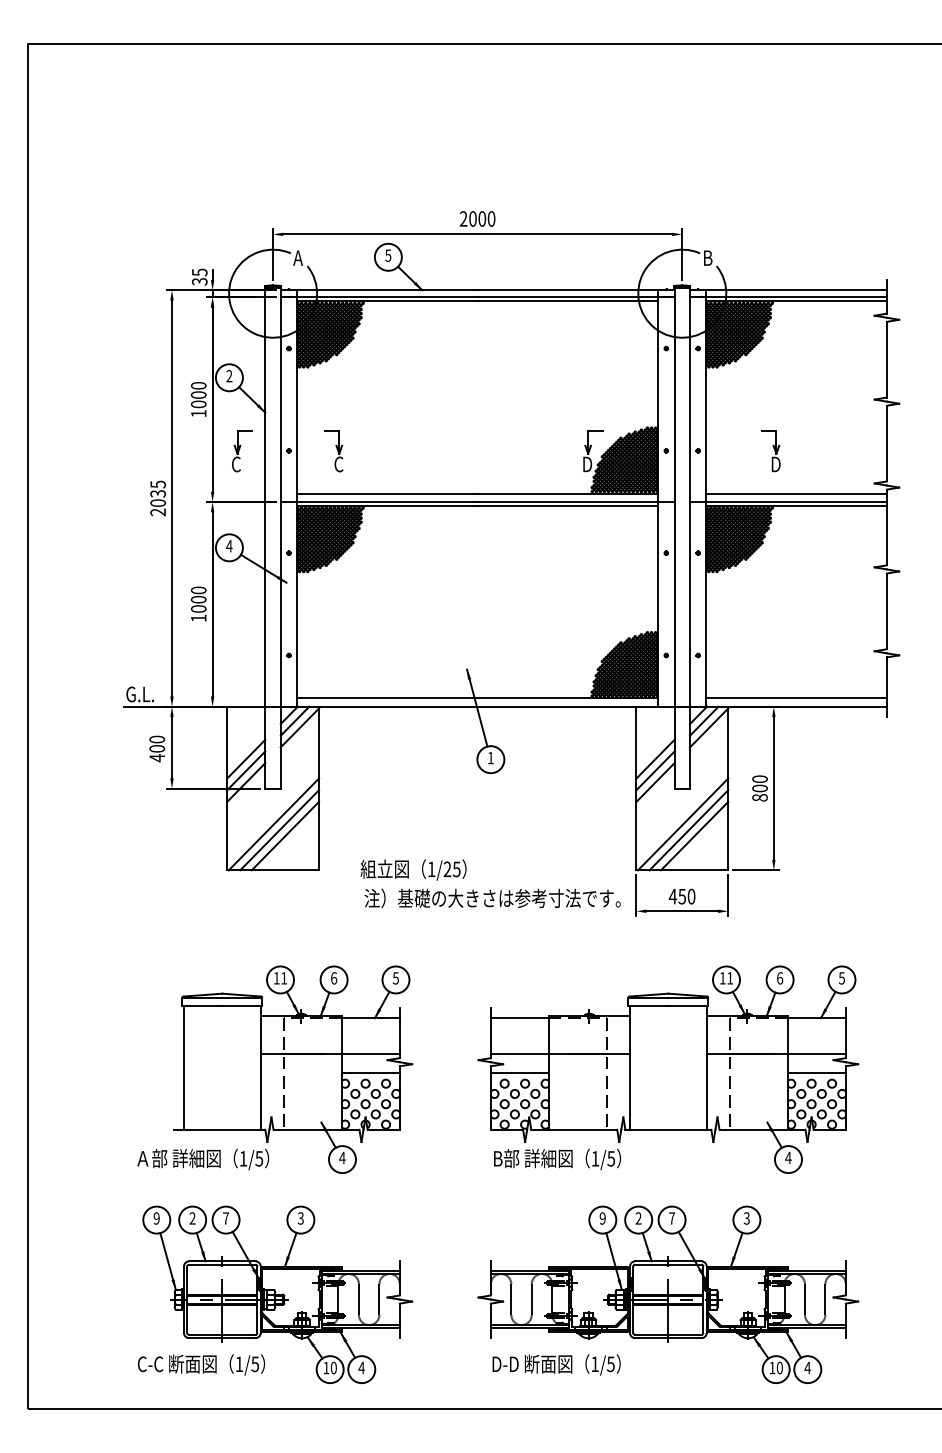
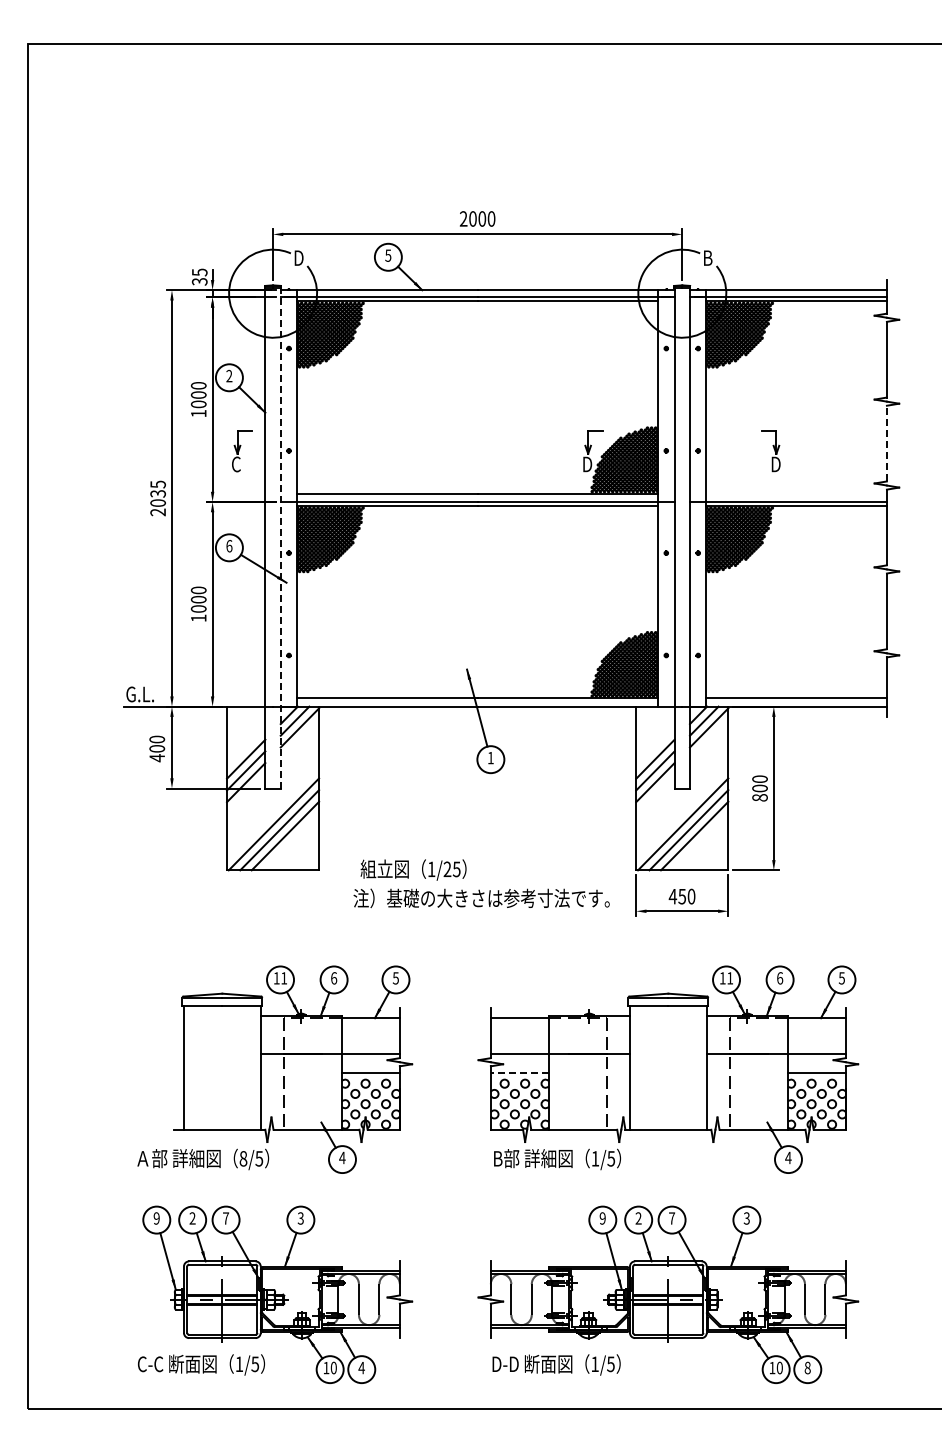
text at (298, 257): A -> D
line at (886, 443): solid -> dashed
part at (333, 451): present -> none
line at (796, 493): present -> none
line at (280, 537): solid -> dashed
text at (229, 546): 4 -> 6
text at (492, 898) position: (492, 898) -> (481, 898)
line at (519, 1073): solid -> dashed
text at (243, 1158): 1/5 -> 8/5
text at (807, 1367): 4 -> 8
